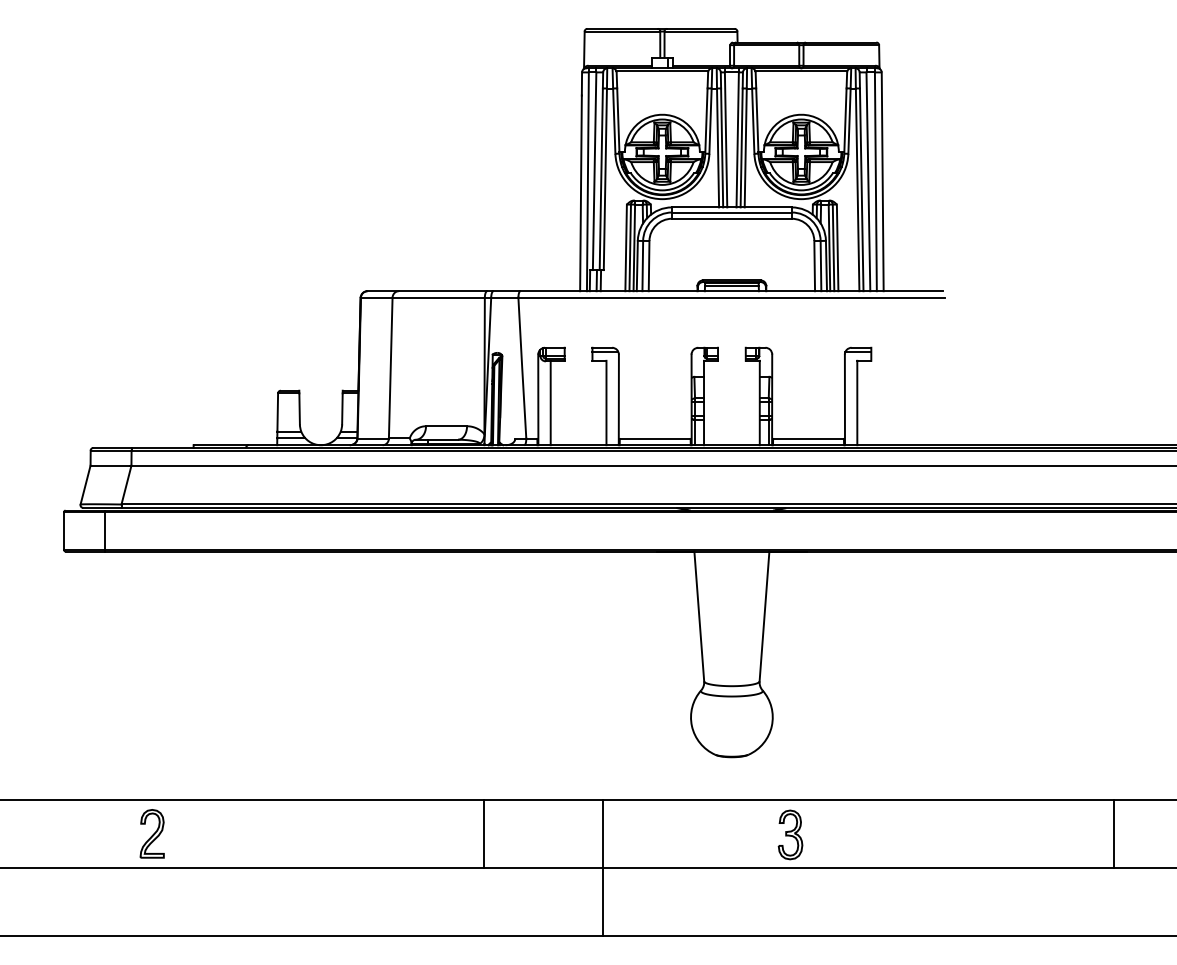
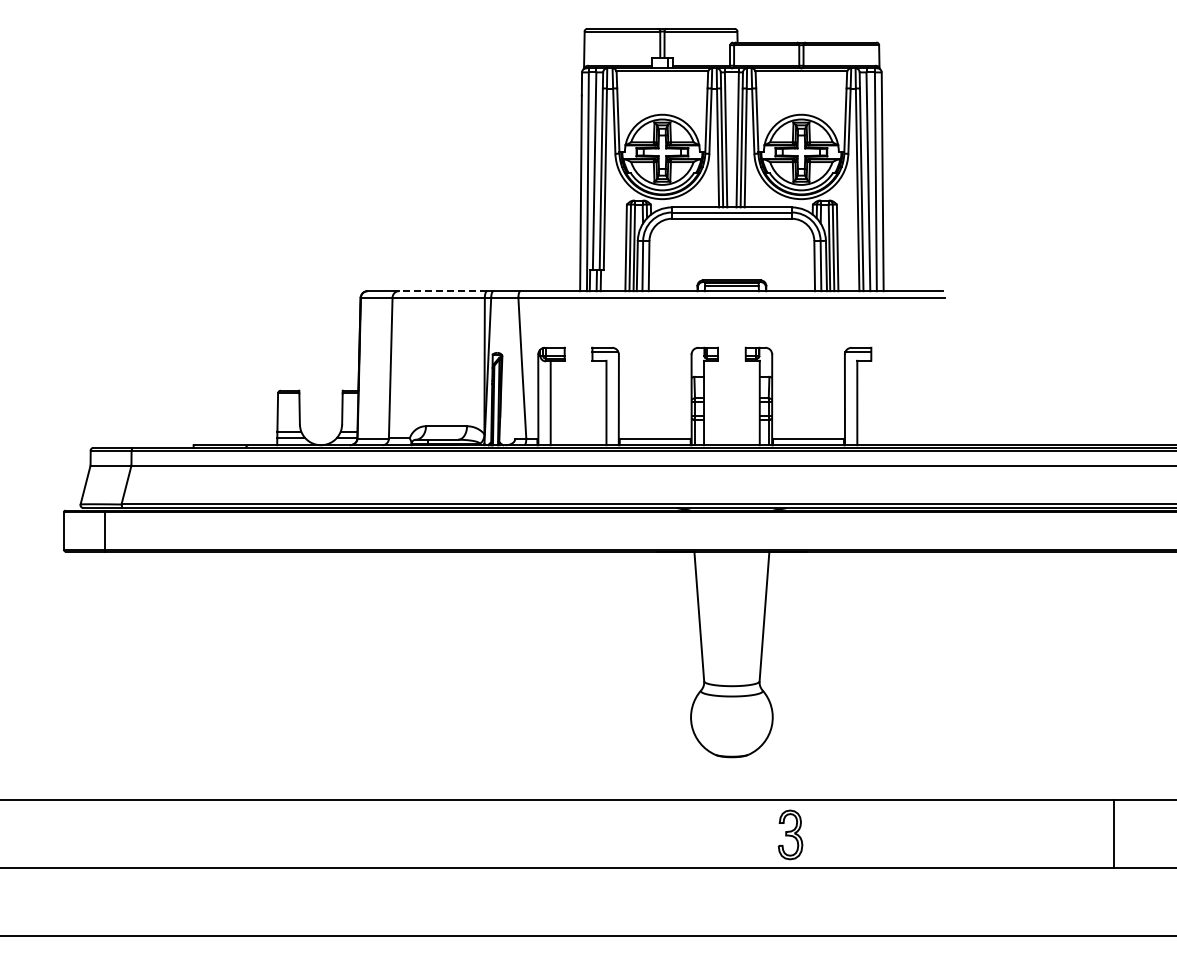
line at (442, 291): solid -> dashed
part at (151, 833): present -> none
line at (484, 833): present -> none
line at (603, 867): present -> none
